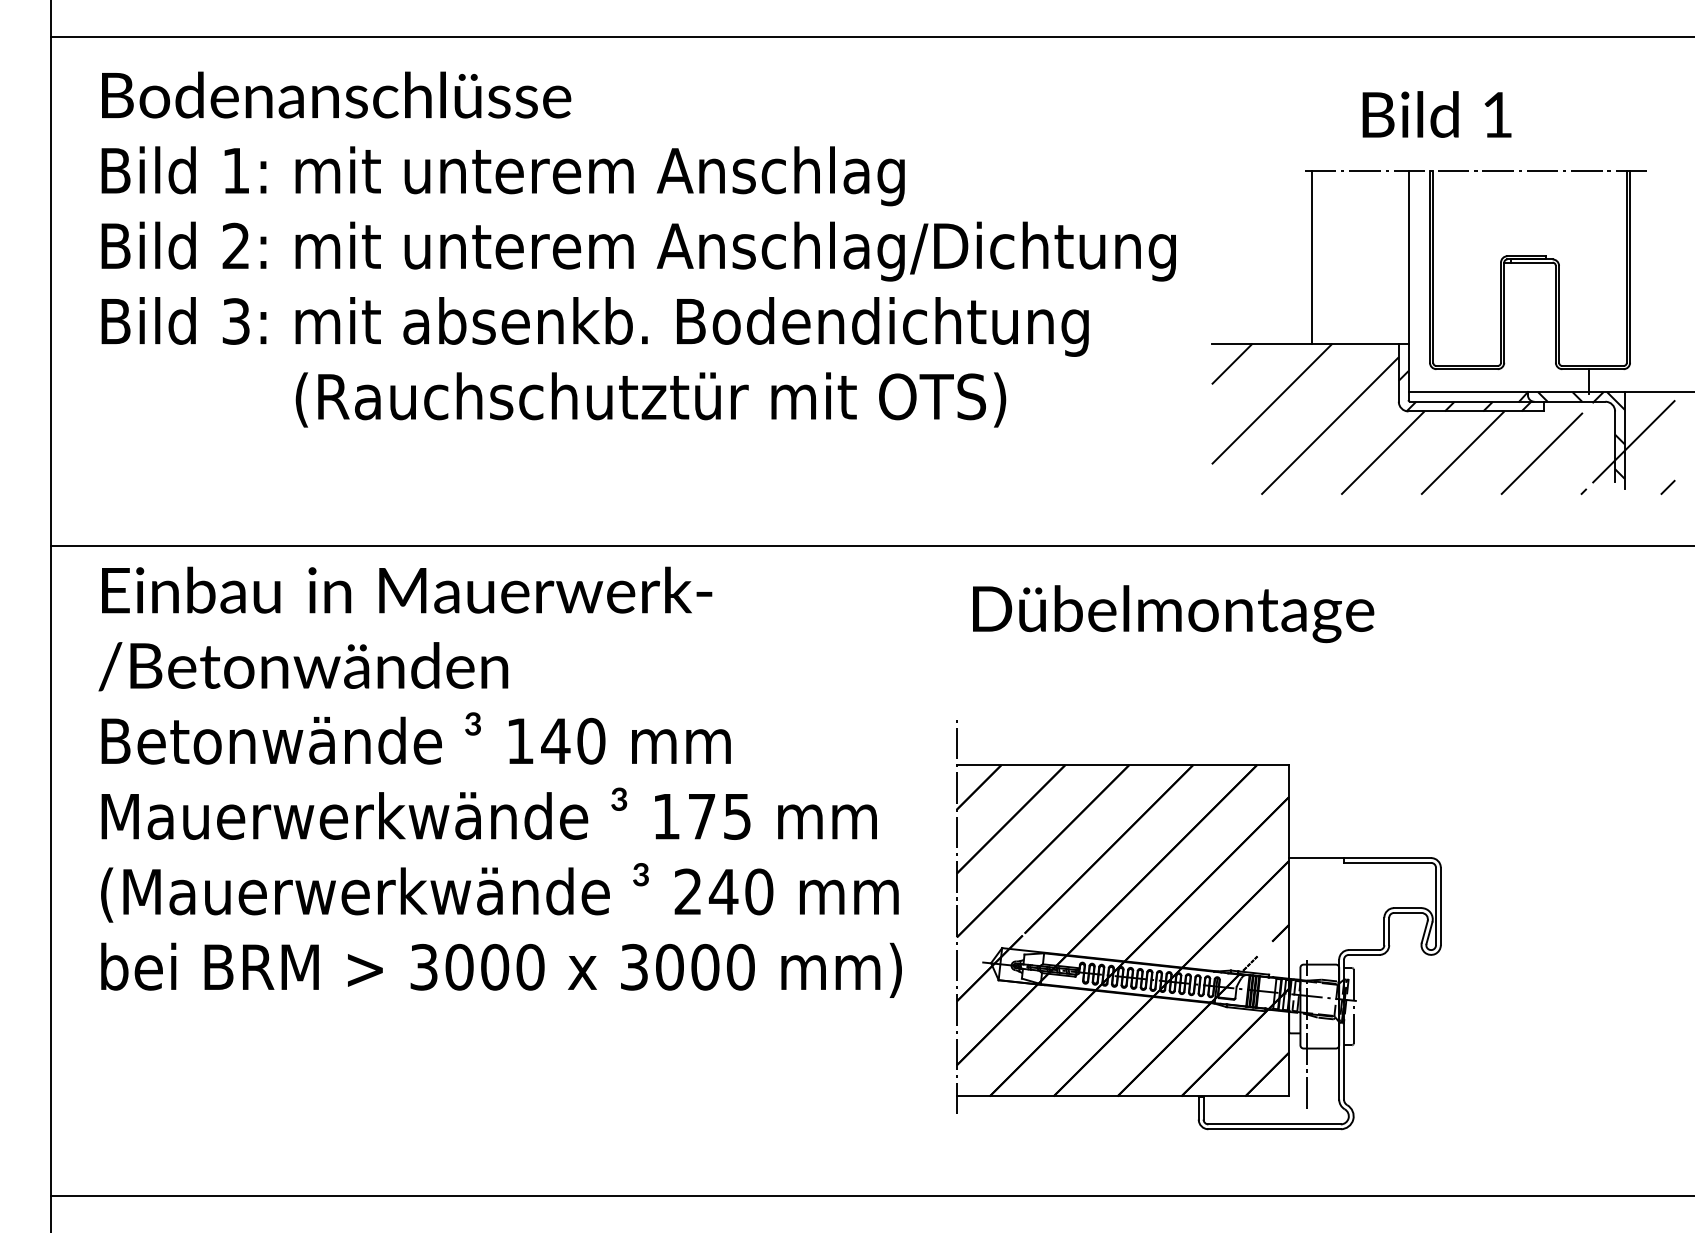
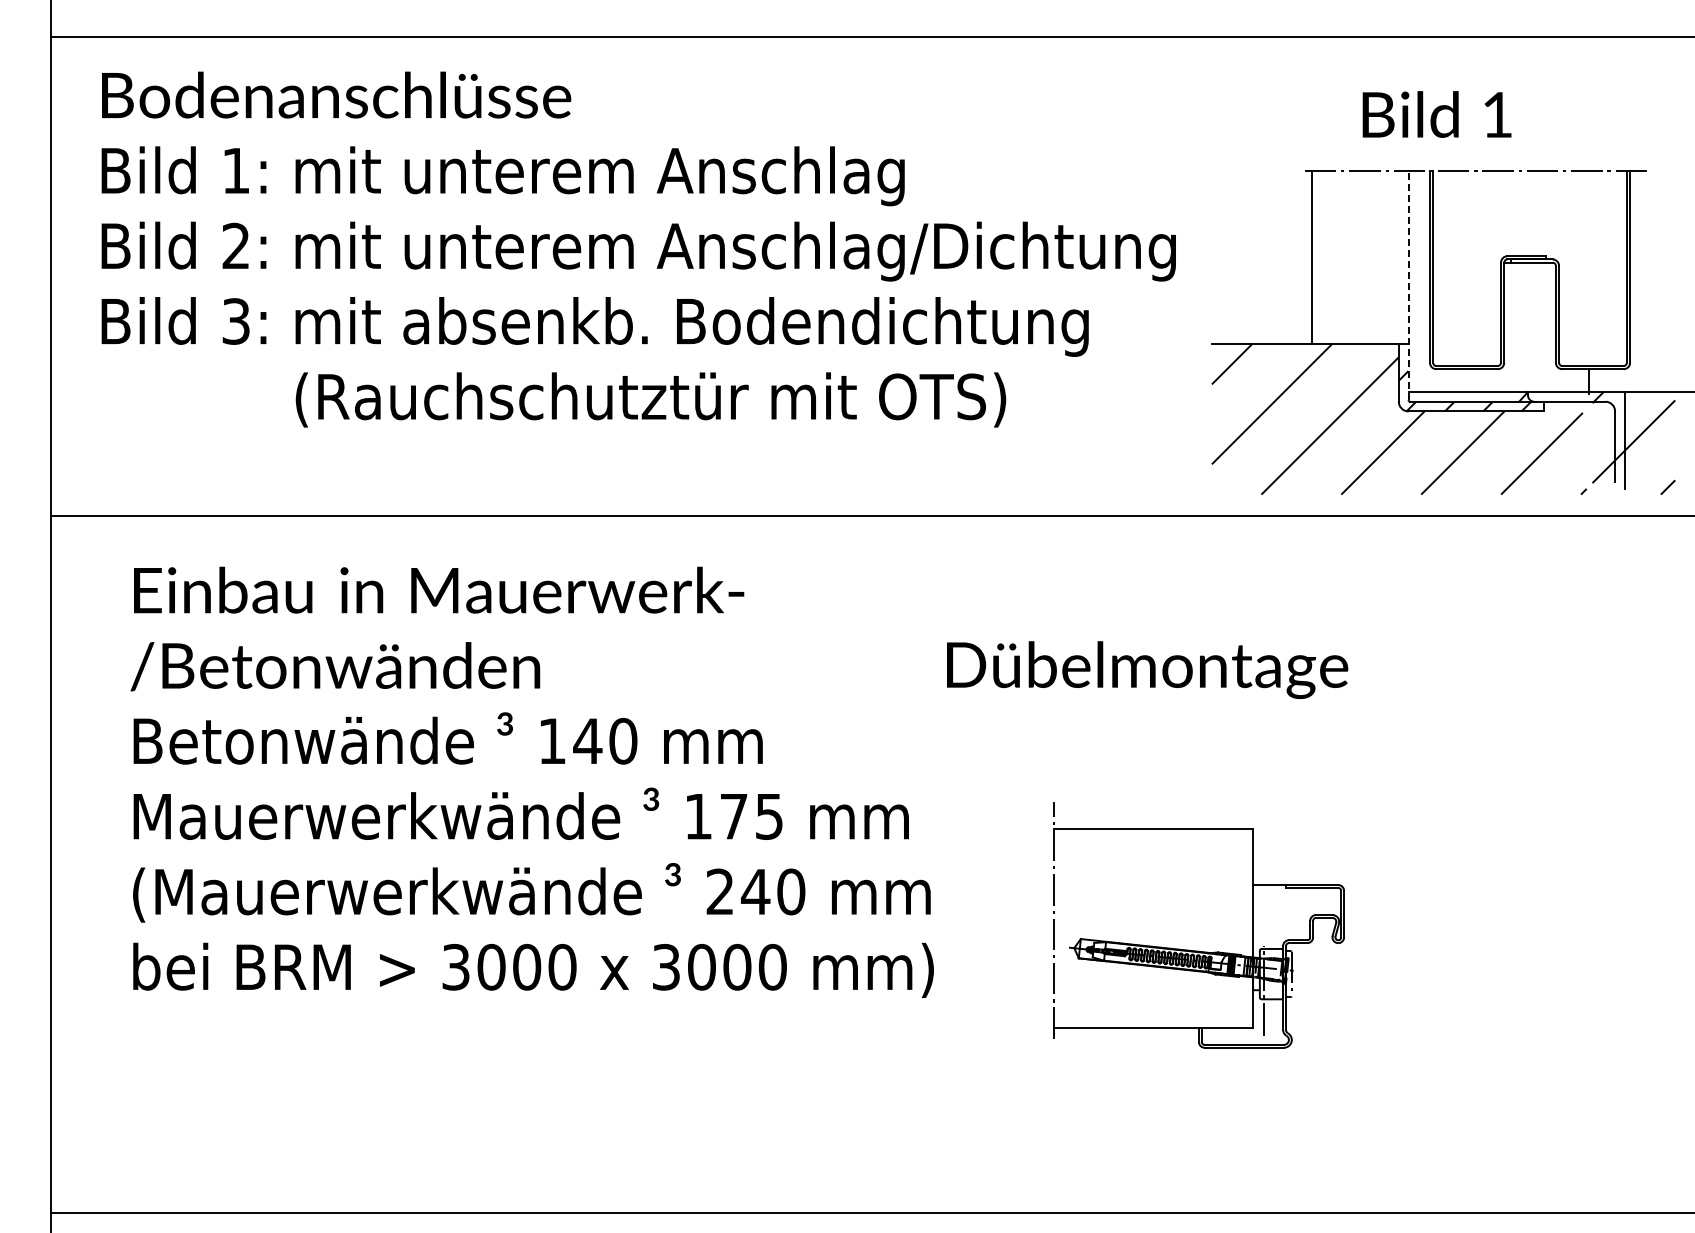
line at (1408, 285): solid -> dashed
hatch at (1581, 435): present -> none
line at (870, 545) position: (870, 545) -> (870, 515)
text at (1173, 614) position: (1173, 614) -> (1147, 670)
text at (499, 781) position: (499, 781) -> (531, 781)
part at (1198, 925) size: 486x411 px -> 292x247 px
line at (870, 1196) position: (870, 1196) -> (870, 1213)
